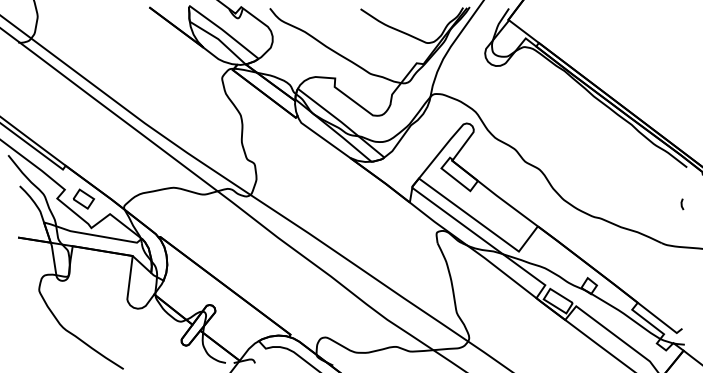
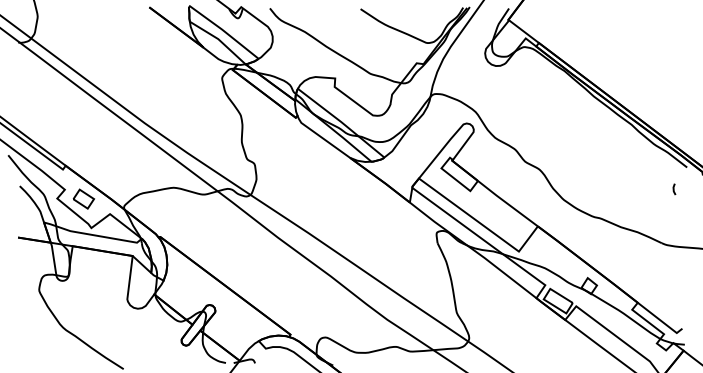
line at (682, 204) position: (682, 204) -> (674, 189)
